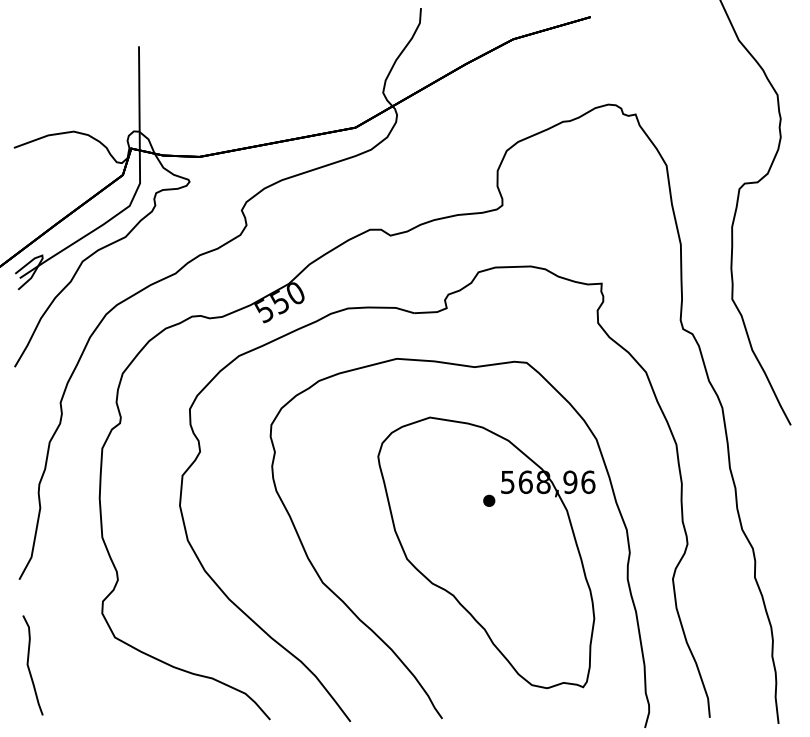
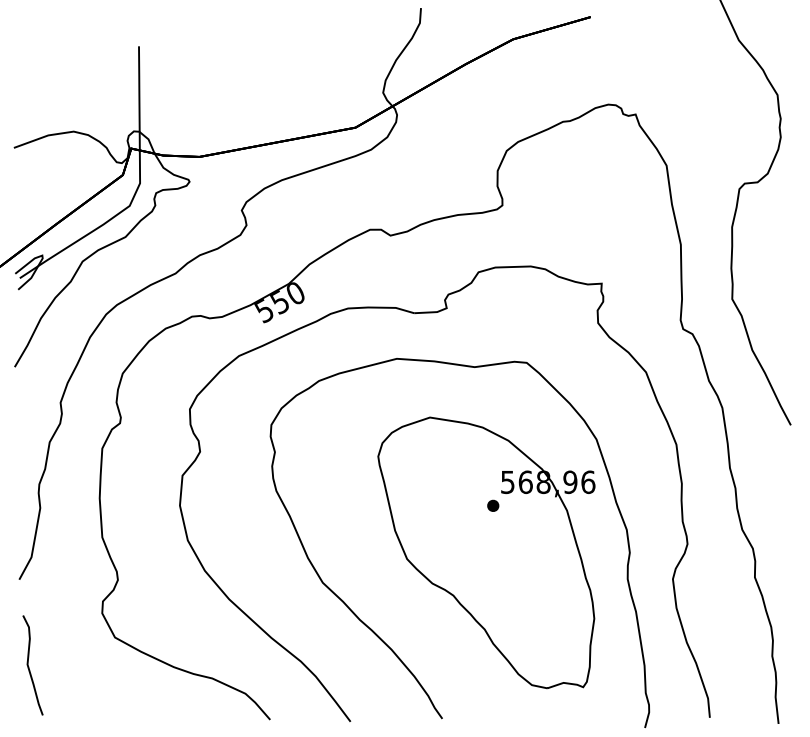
part at (489, 500) position: (489, 500) -> (493, 505)
